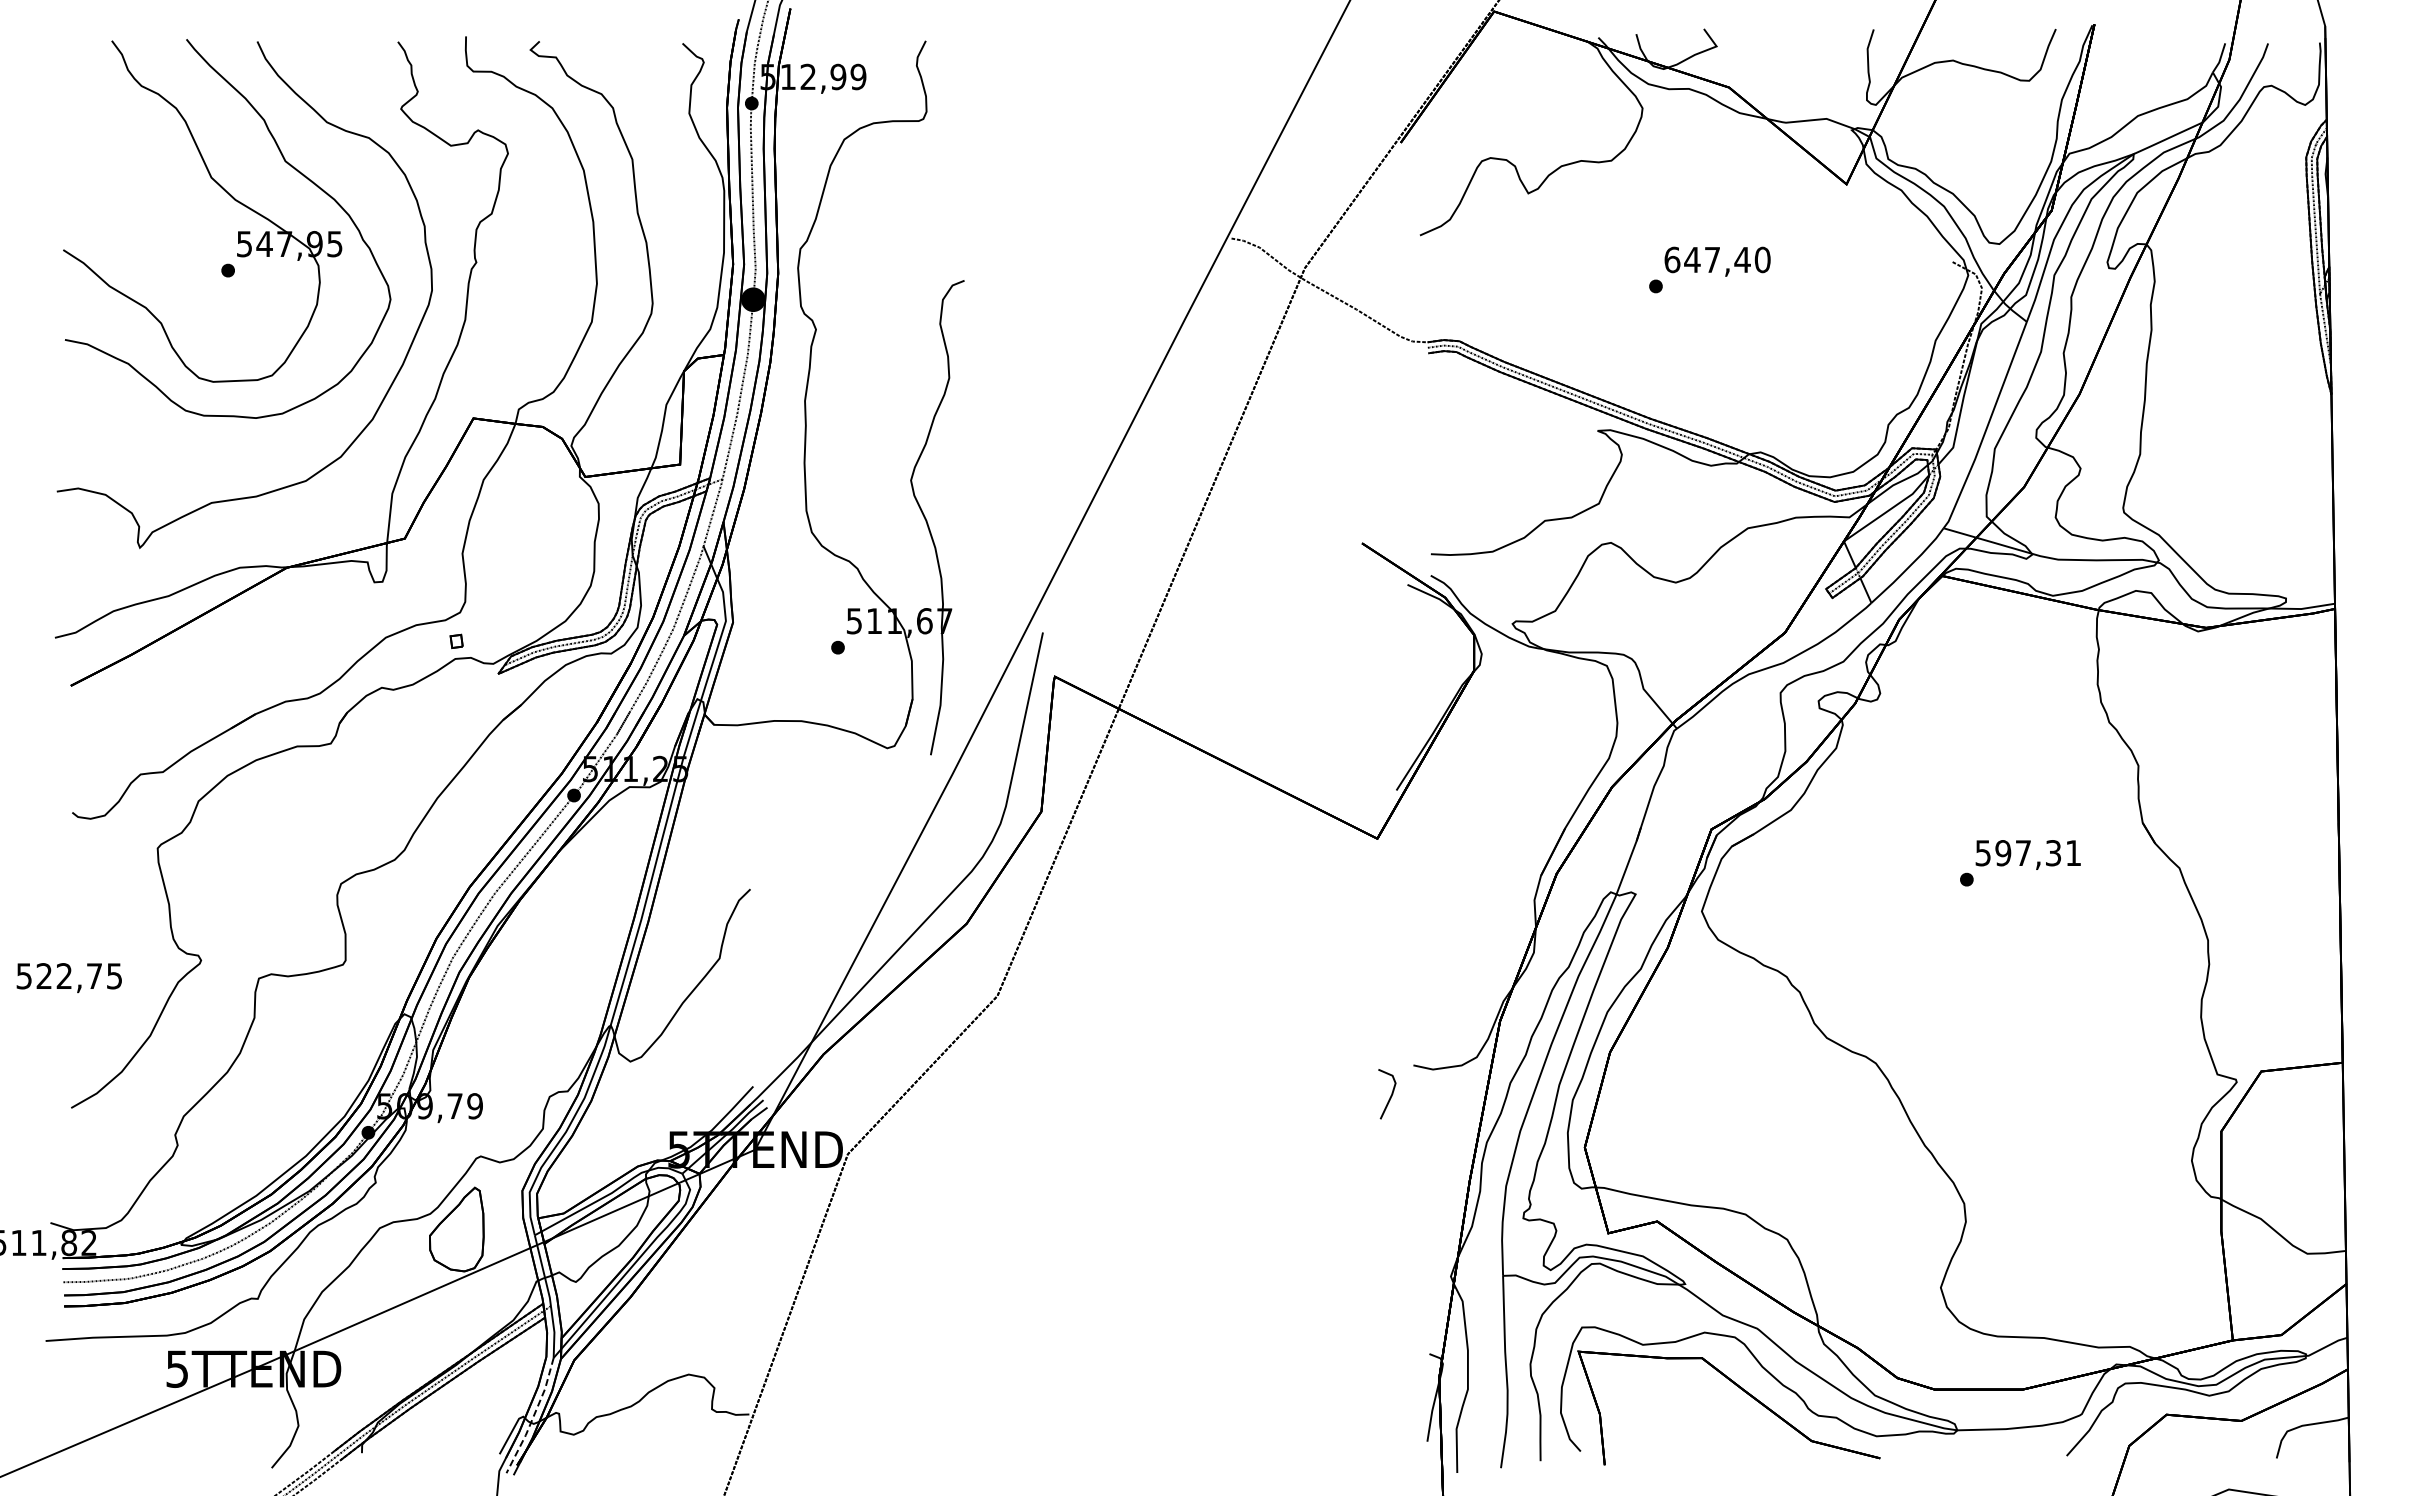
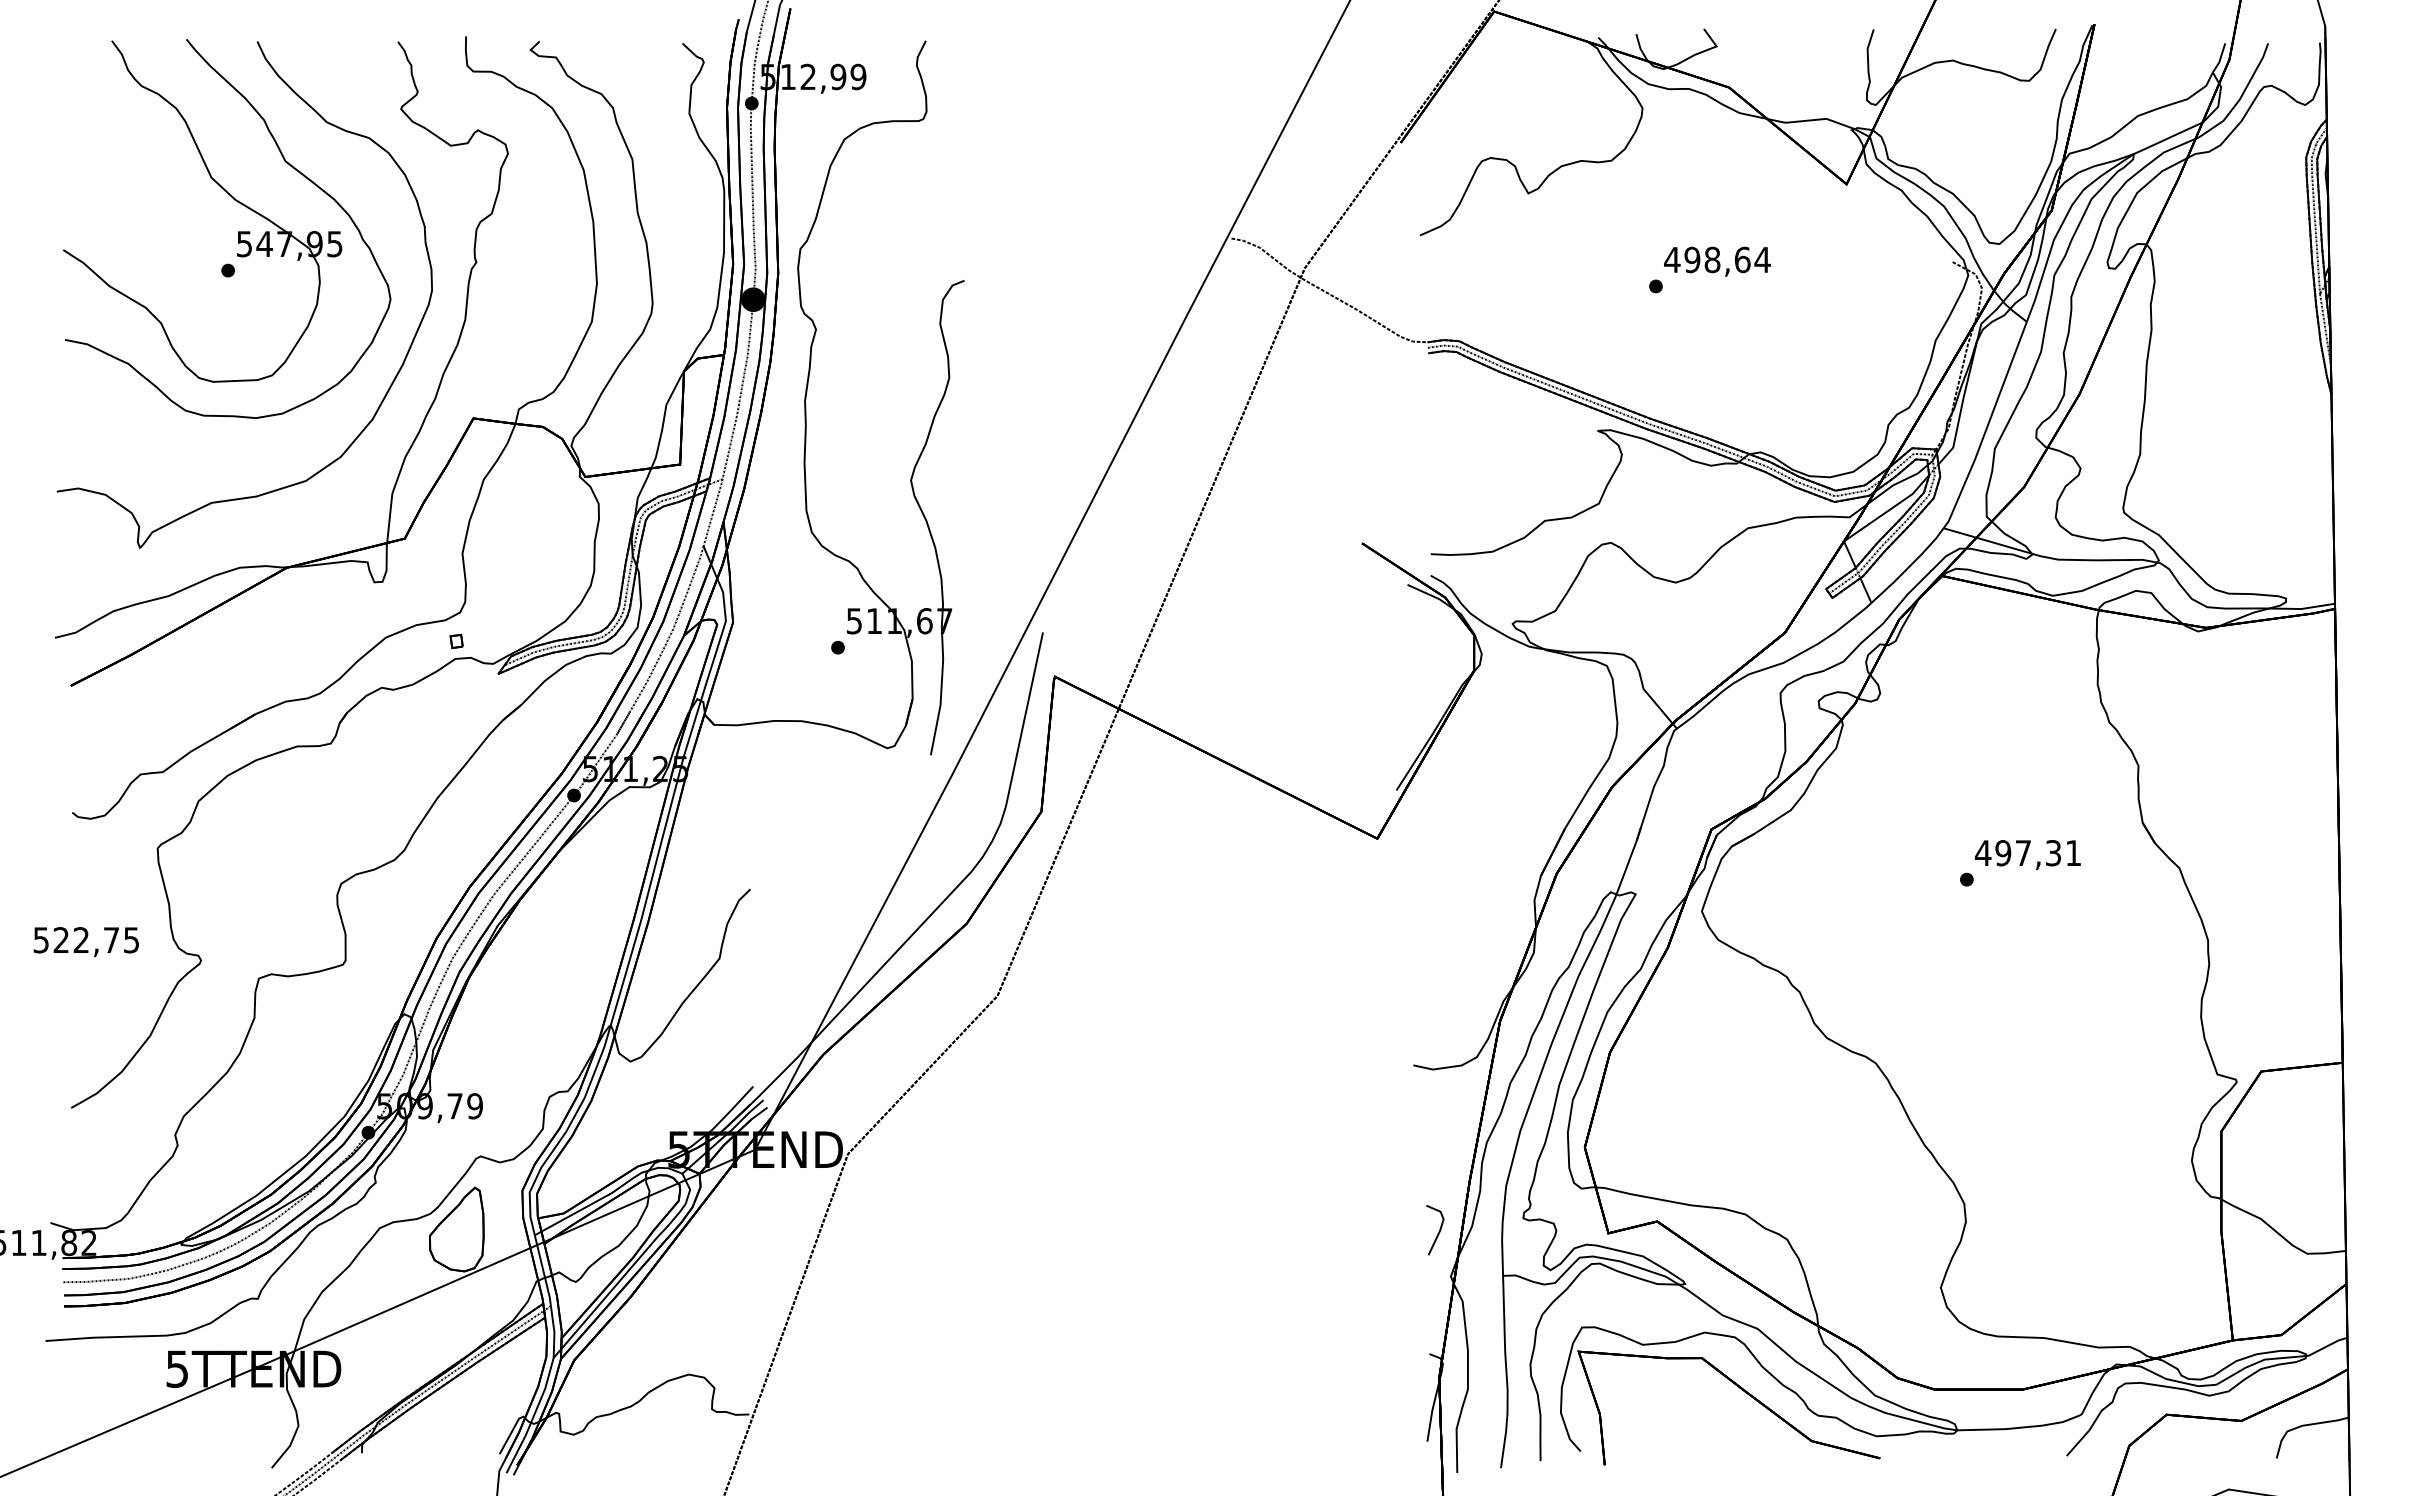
text at (1717, 259): 647,40 -> 498,64
text at (1982, 853): 597,31 -> 497,31
text at (68, 977) position: (68, 977) -> (85, 941)
line at (1390, 1095) position: (1390, 1095) -> (1438, 1231)
line at (533, 1417): dashed -> solid
